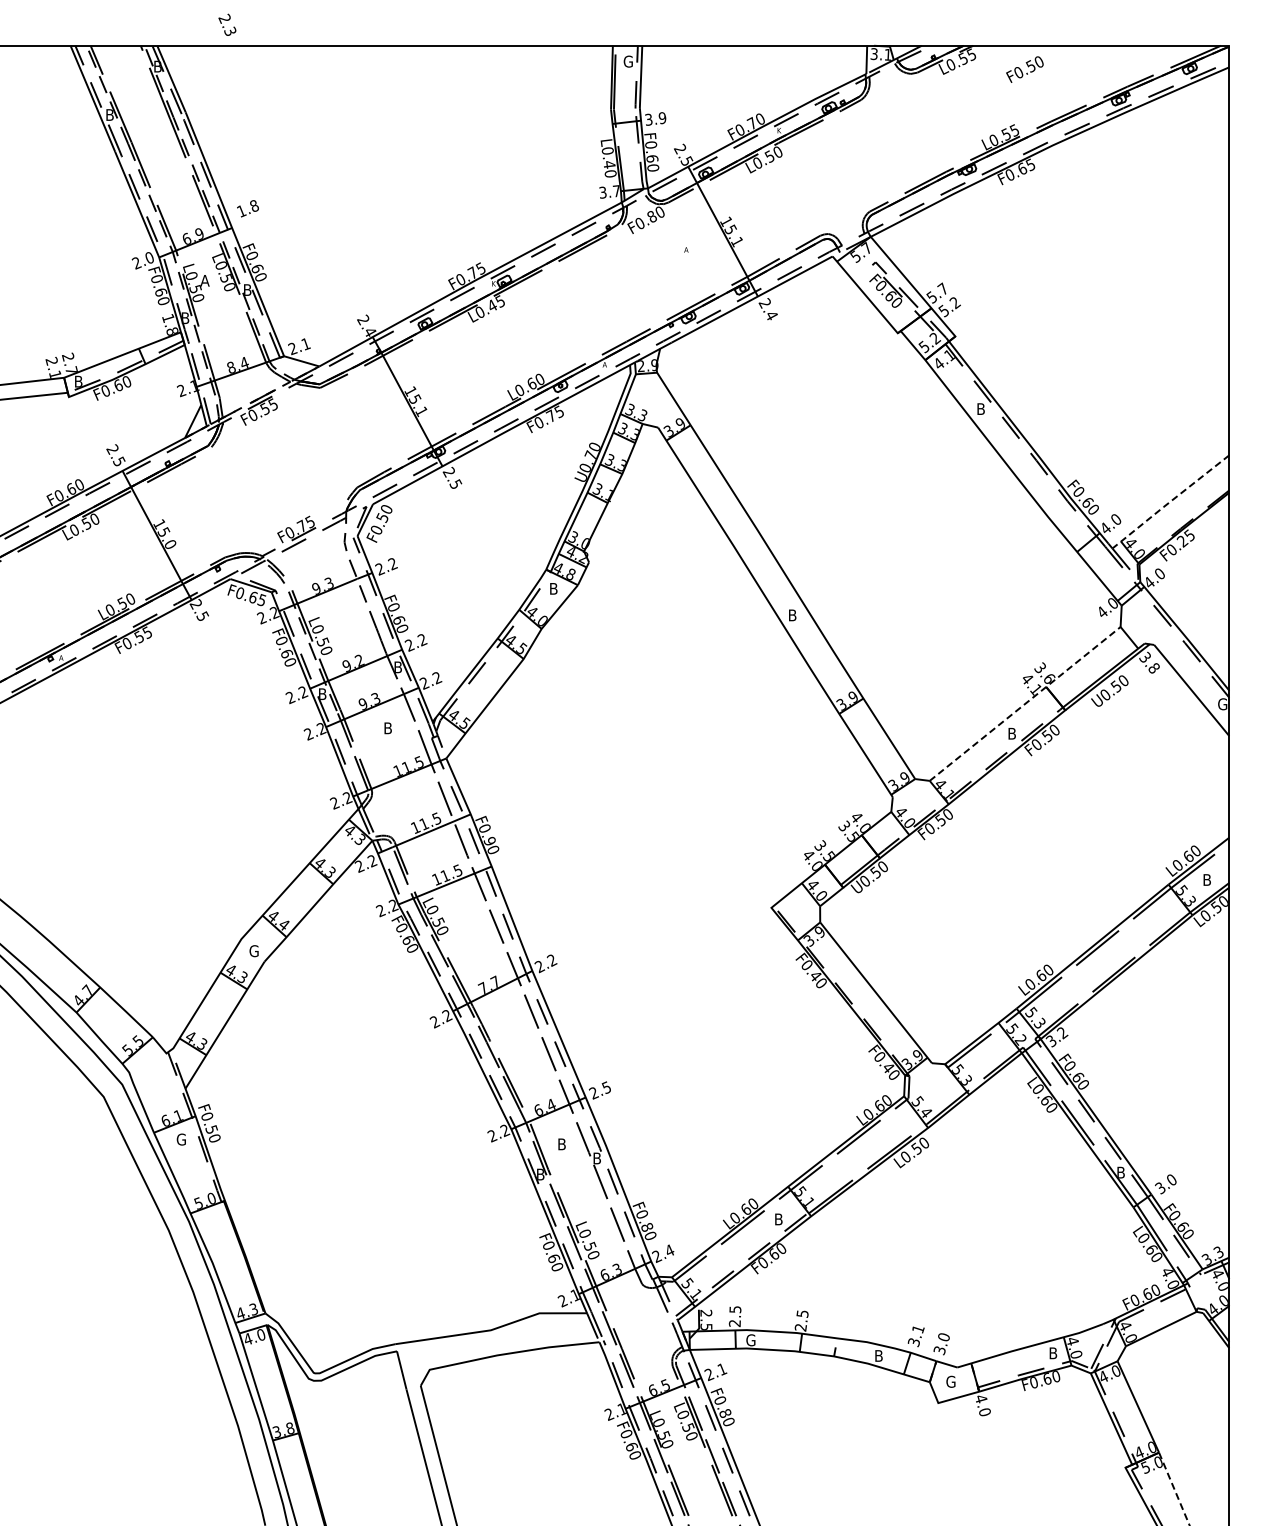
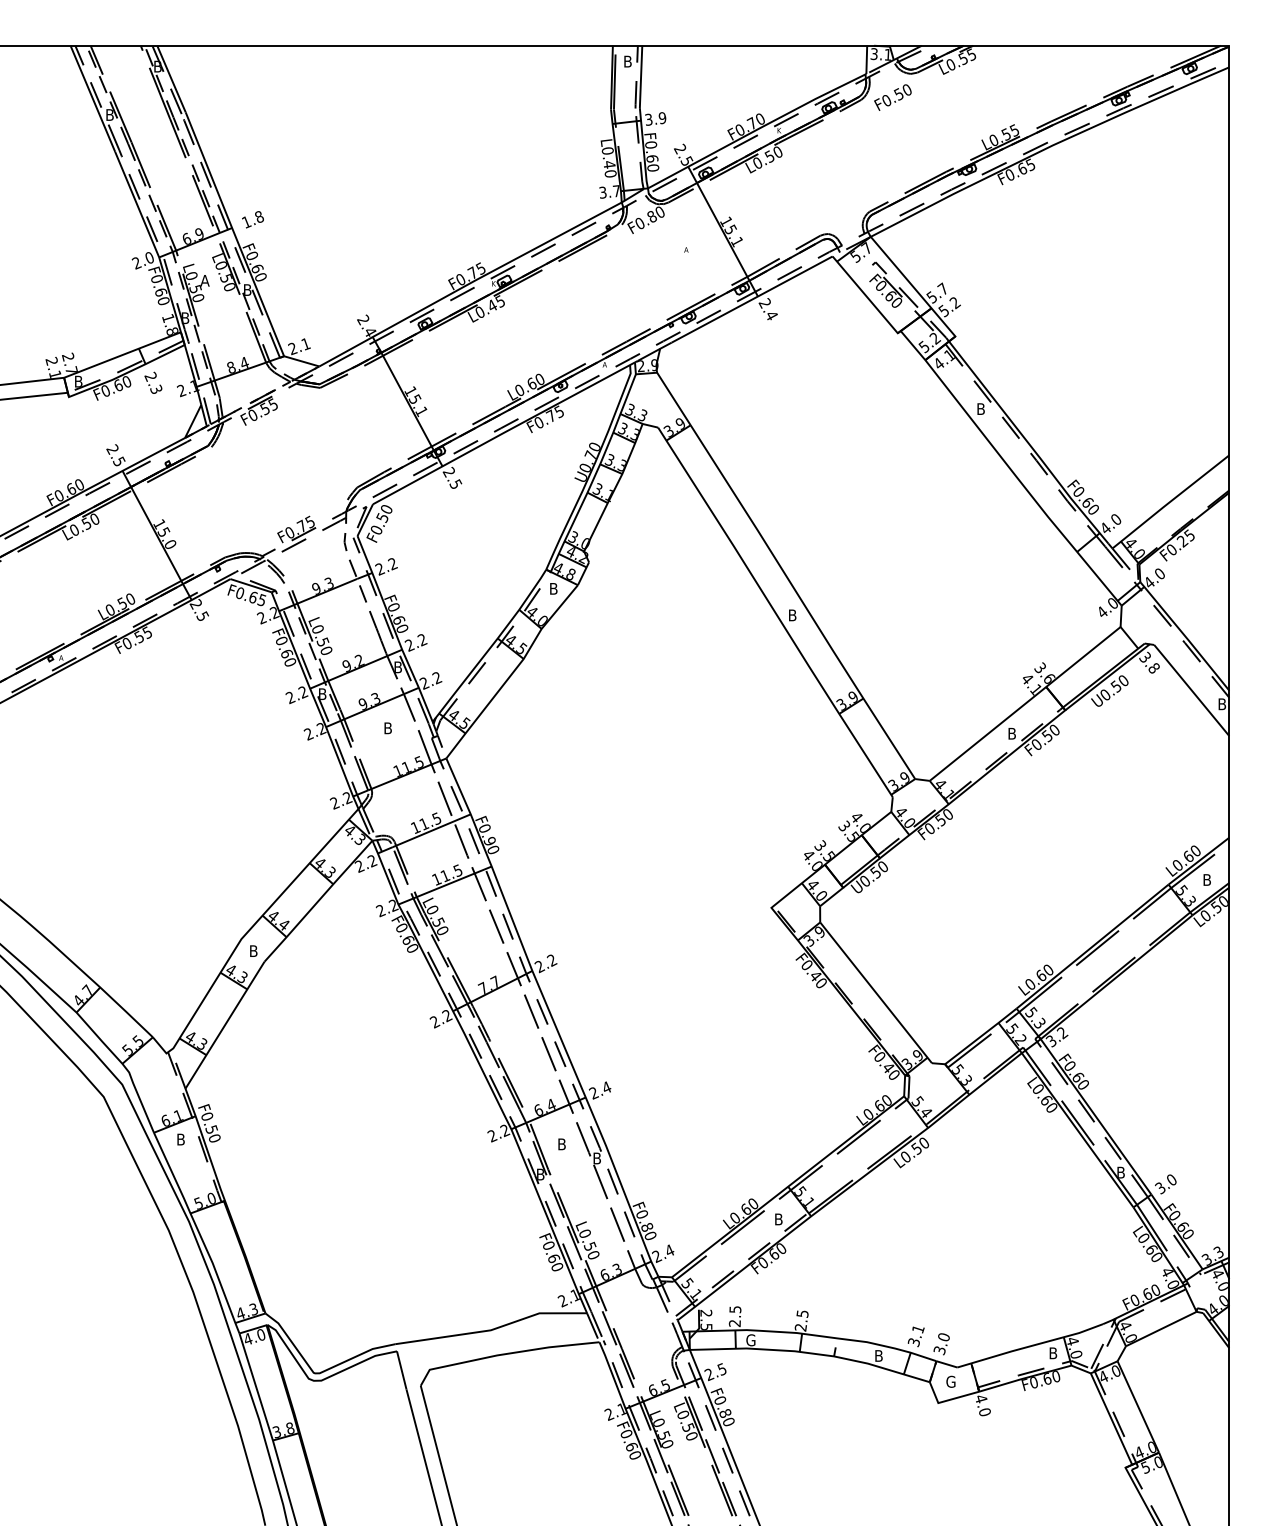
text at (227, 24) position: (227, 24) -> (153, 382)
text at (627, 61): G -> B
text at (1024, 69) position: (1024, 69) -> (892, 97)
text at (247, 208) position: (247, 208) -> (252, 219)
line at (1169, 502): dashed -> solid
line at (1026, 703): dashed -> solid
text at (1222, 704): G -> B
text at (253, 951): G -> B
text at (606, 1087): 2.5 -> 2.4
text at (180, 1139): G -> B
text at (722, 1369): 2.1 -> 2.5
line at (1174, 1490): dashed -> solid
